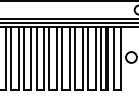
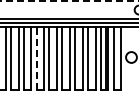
line at (69, 1): solid -> dashed
line at (36, 58): solid -> dashed
